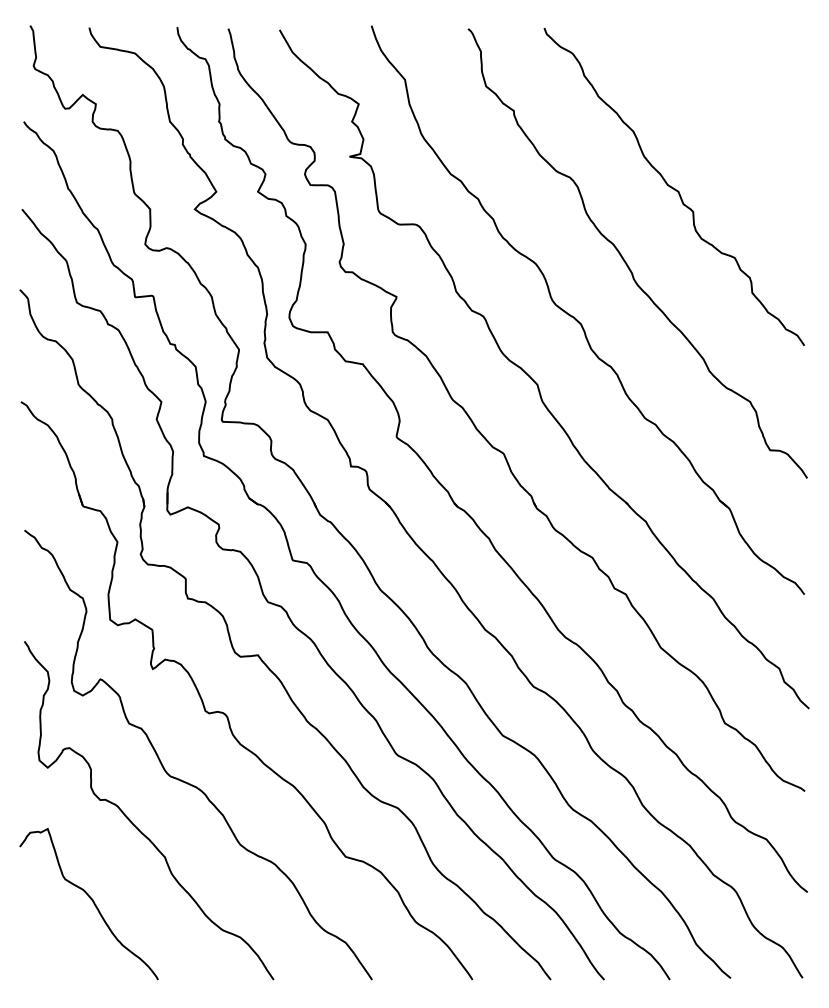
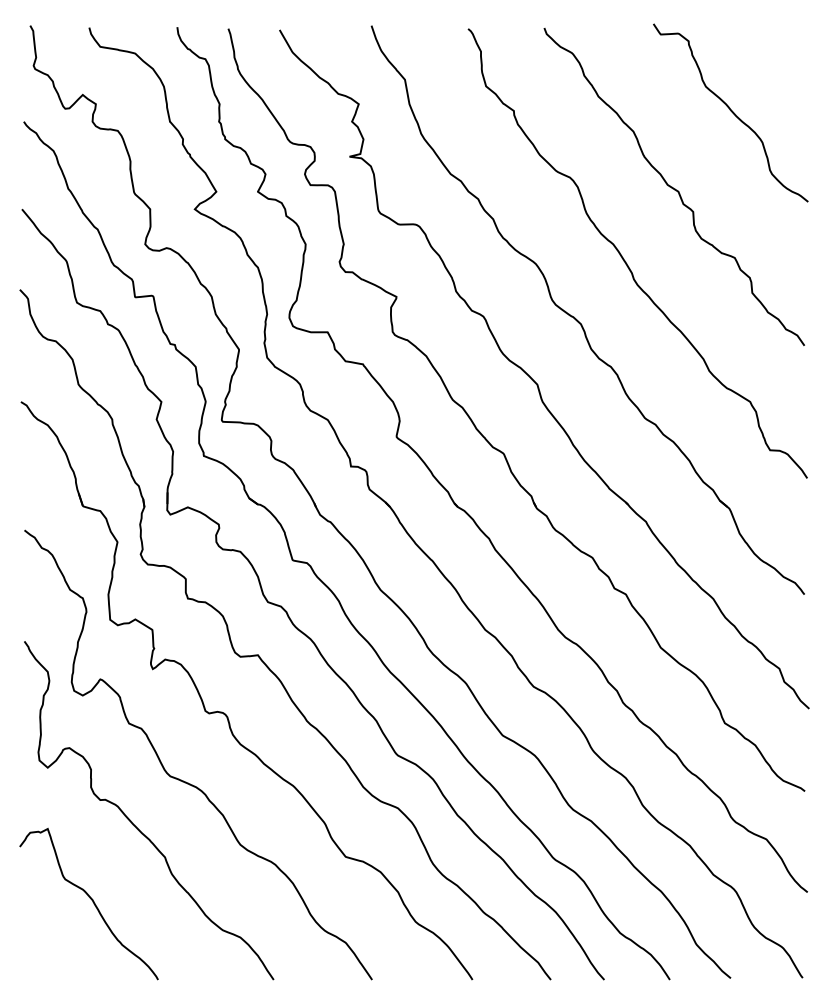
curve at (730, 111): none -> present
